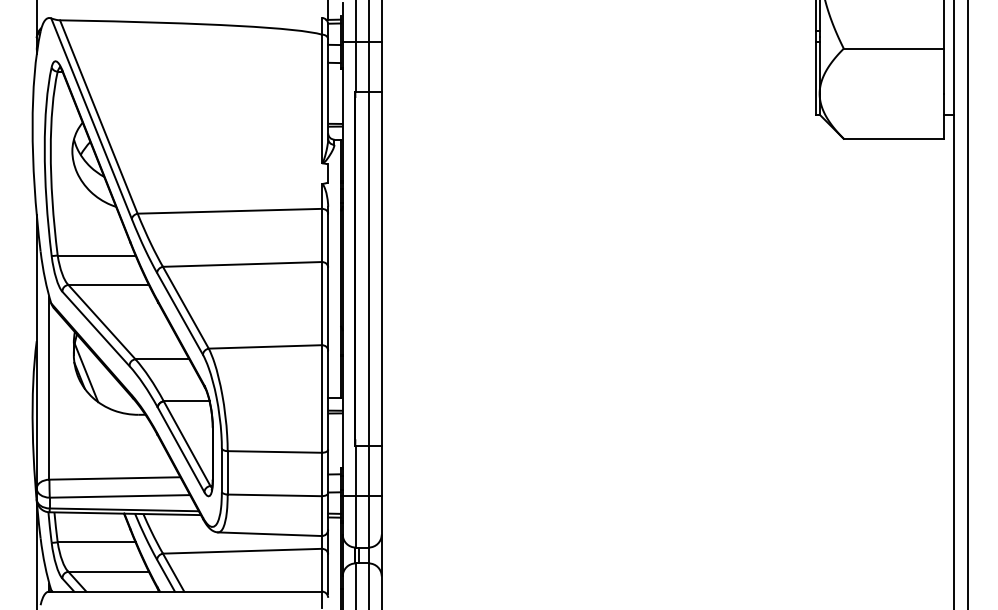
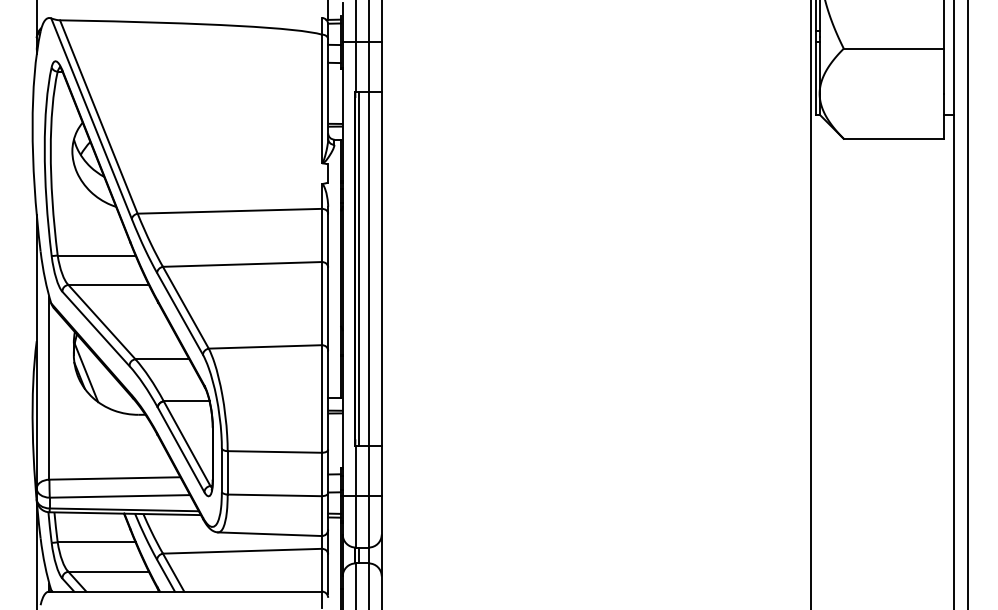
line at (359, 268): none -> present
line at (811, 304): none -> present
